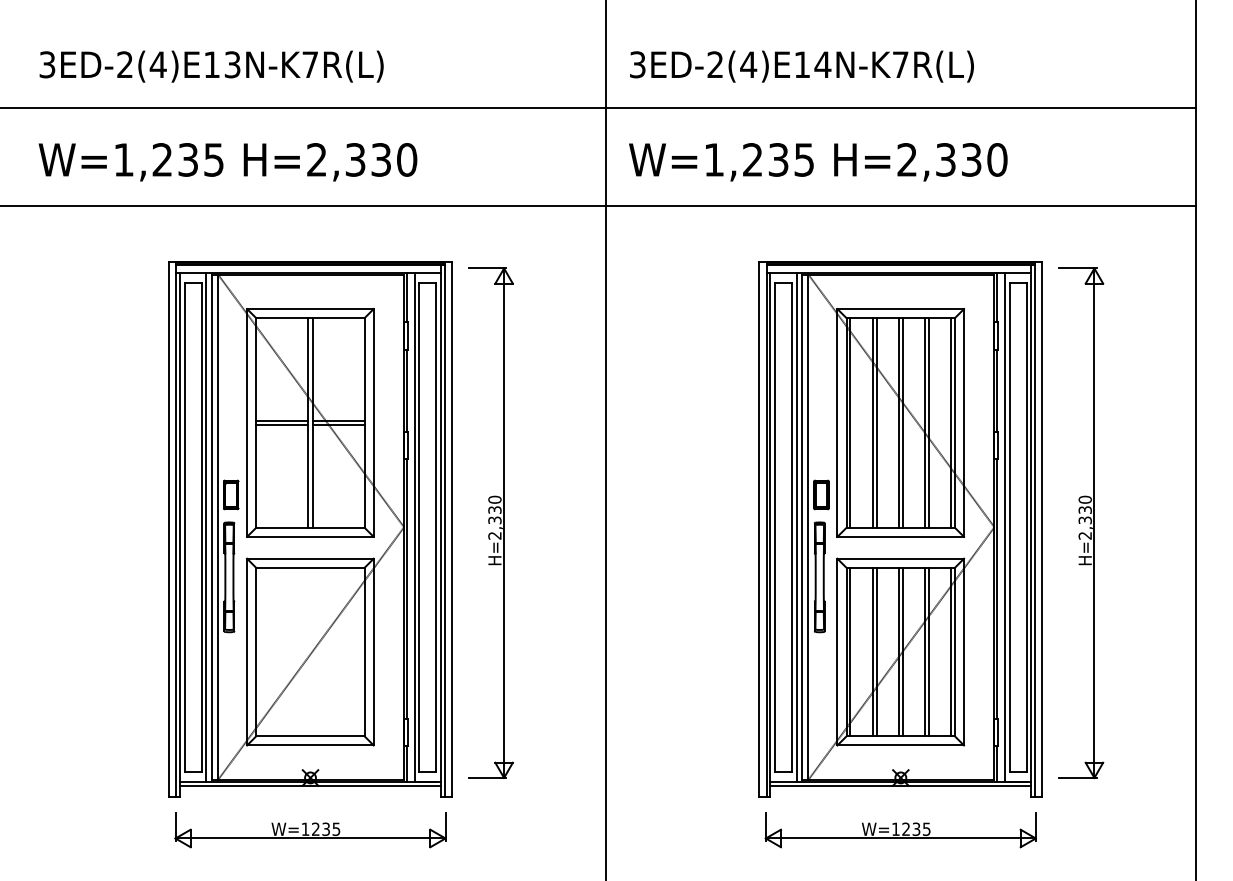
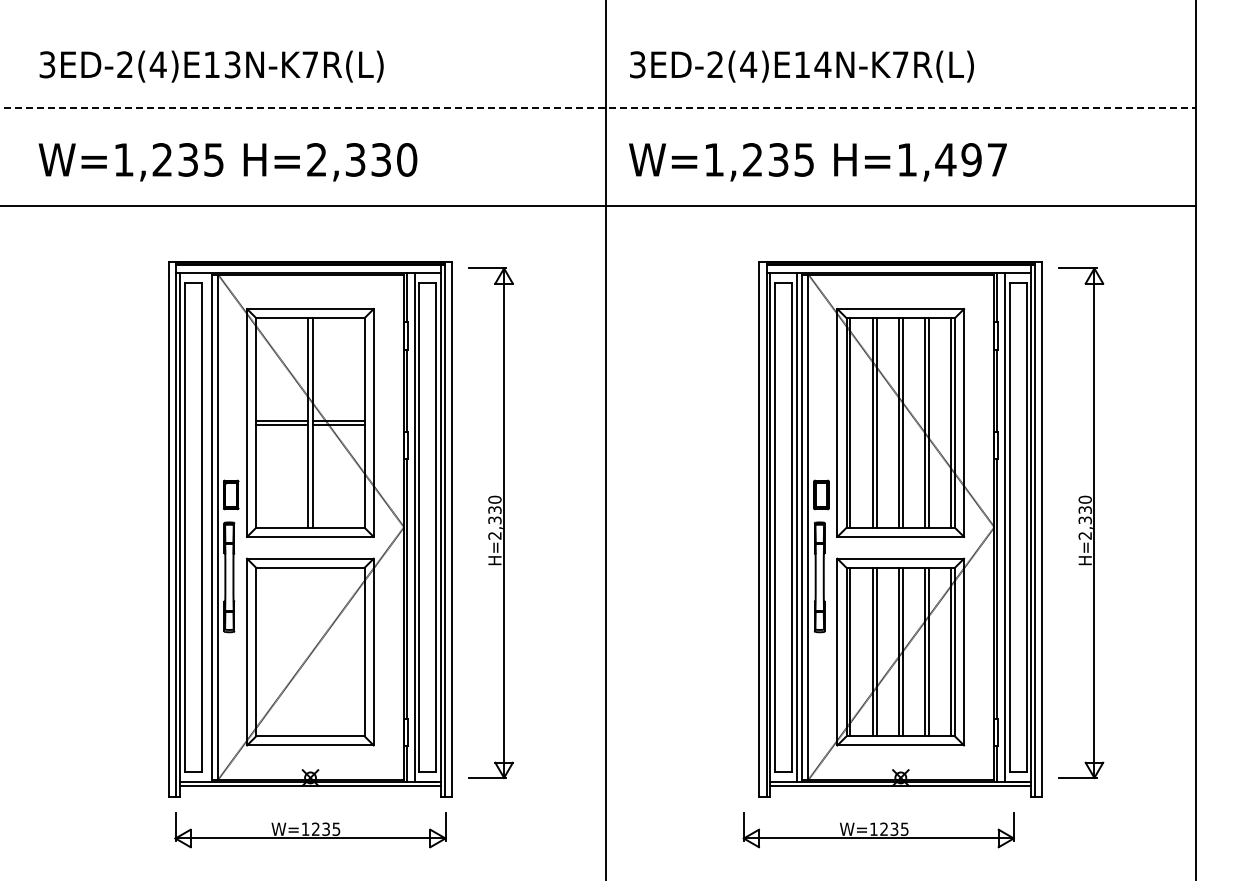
line at (598, 108): solid -> dashed
text at (952, 159): H=2,330 -> H=1,497
line at (206, 526): present -> none
part at (900, 830) position: (900, 830) -> (878, 830)
